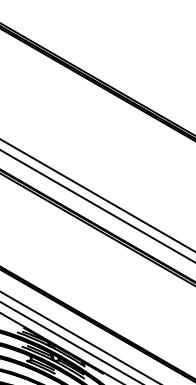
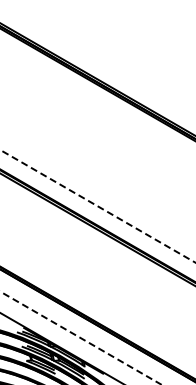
line at (97, 195): present -> none
line at (97, 206): solid -> dashed
line at (80, 338): solid -> dashed
line at (70, 342): present -> none
